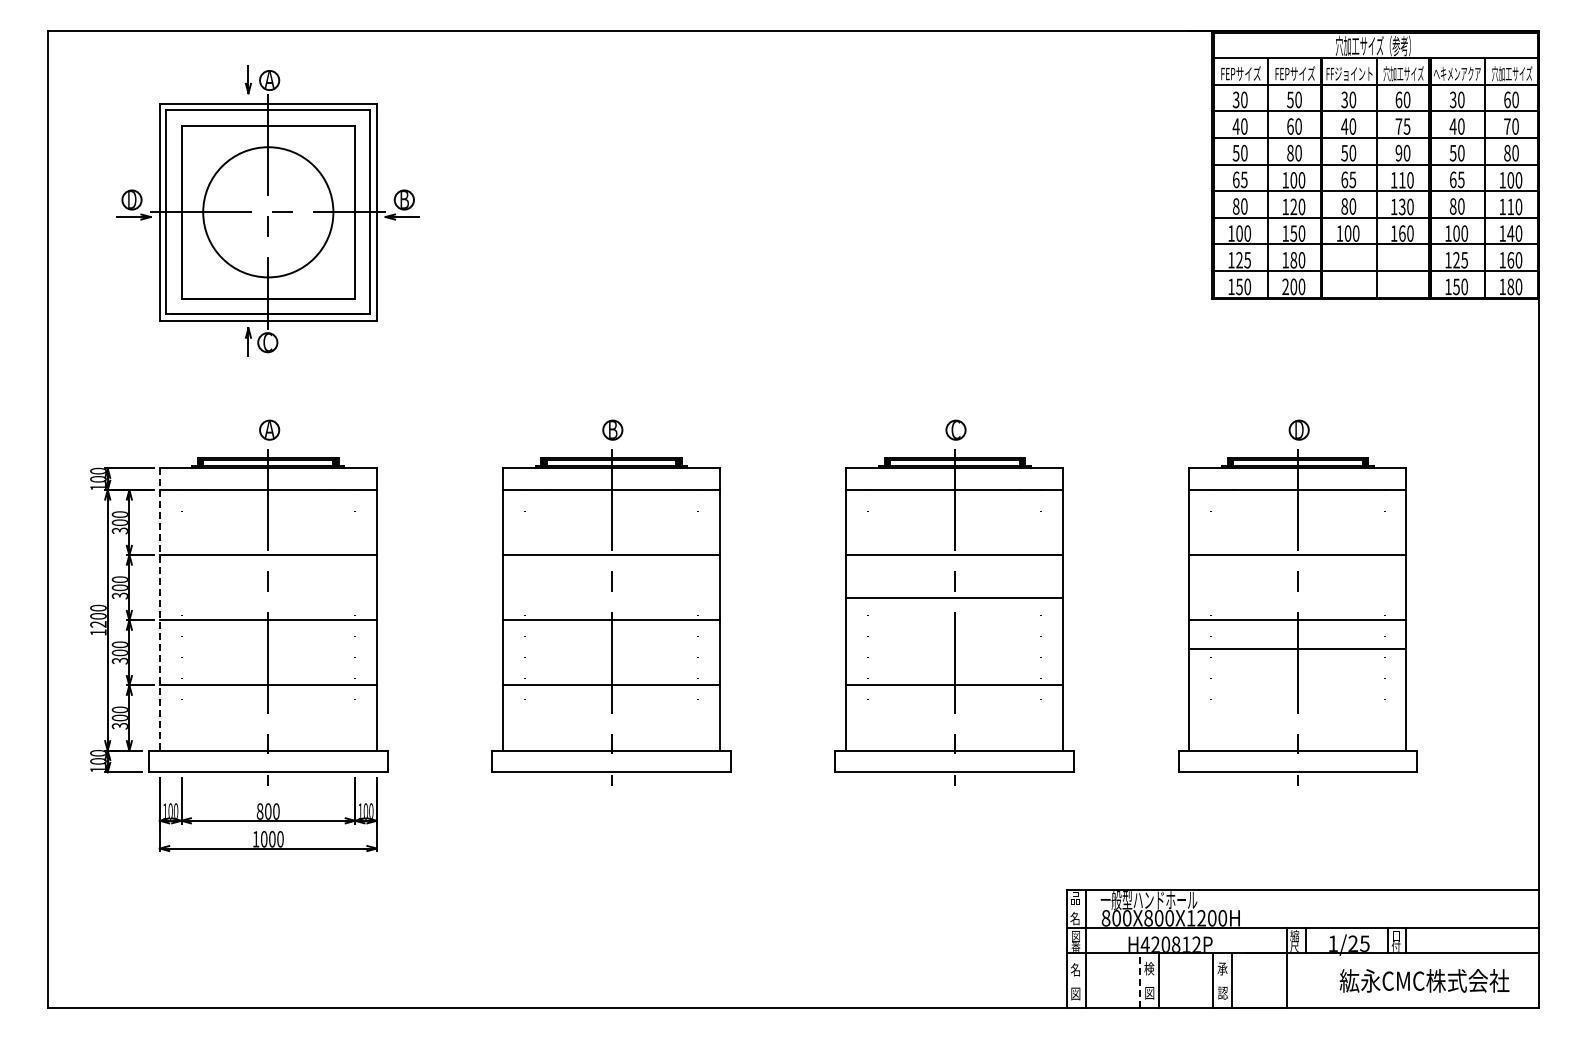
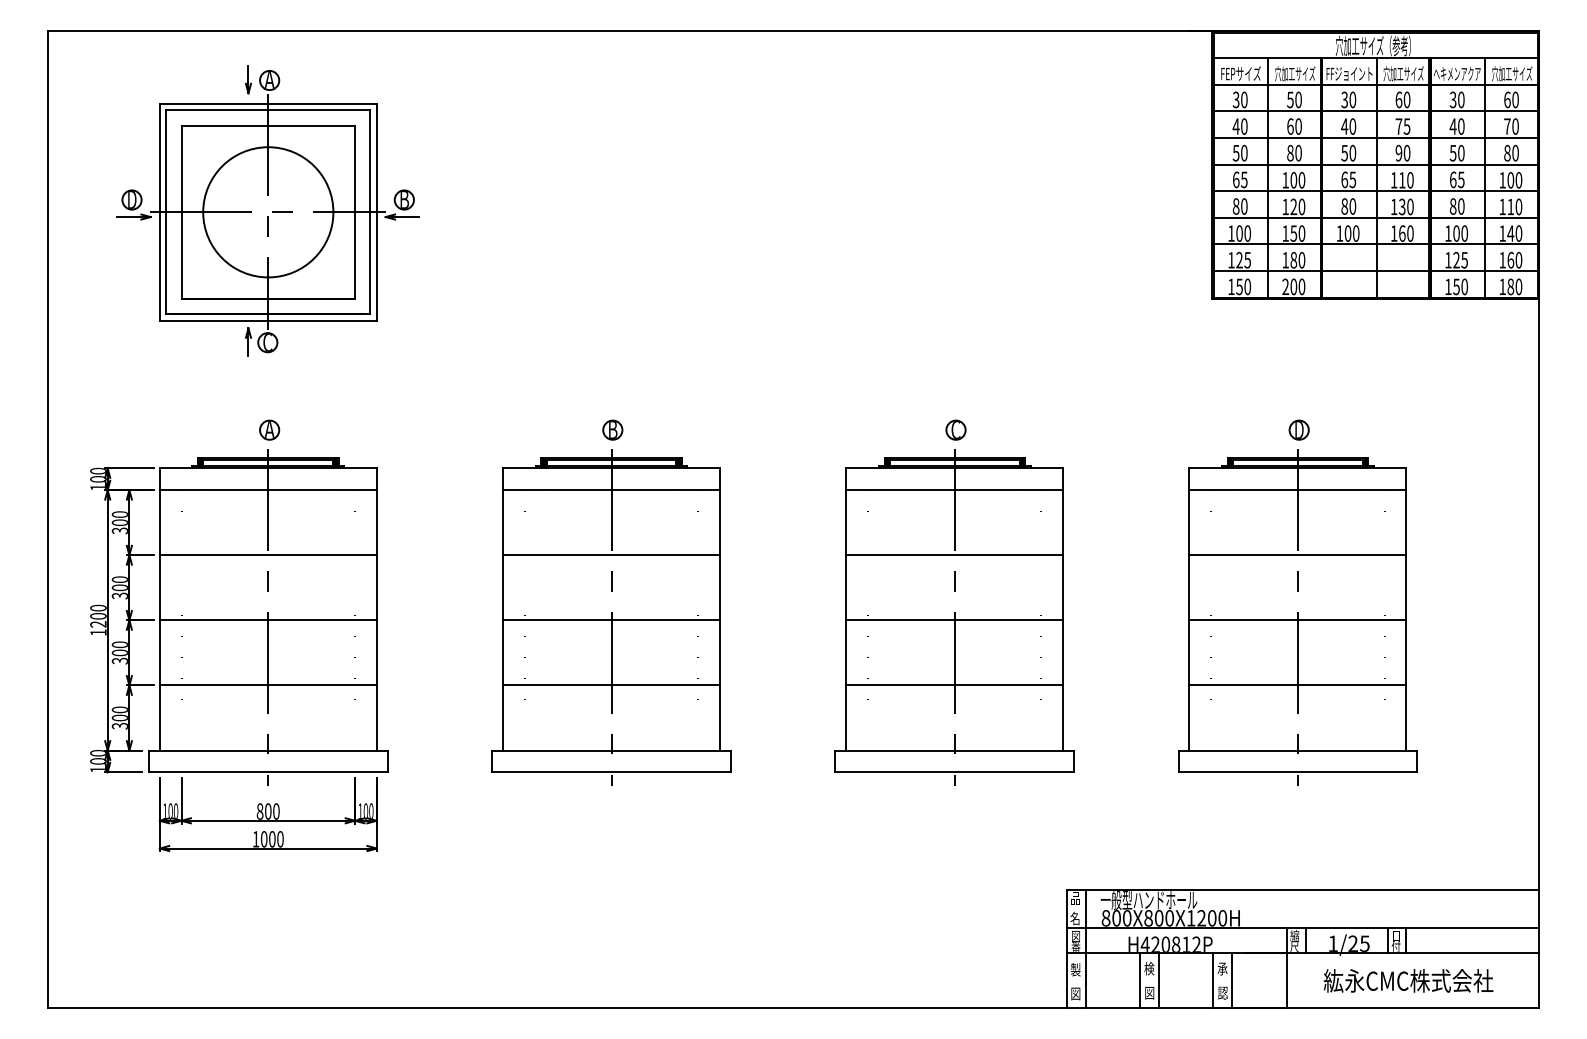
text at (1295, 73): FEPサイズ -> 穴加工サイズ
line at (954, 598) position: (954, 598) -> (954, 620)
line at (159, 610): dashed -> solid
line at (1297, 649) position: (1297, 649) -> (1297, 685)
text at (1075, 969): 名 -> 製
line at (1140, 980): dashed -> solid
text at (1424, 980) position: (1424, 980) -> (1408, 980)
